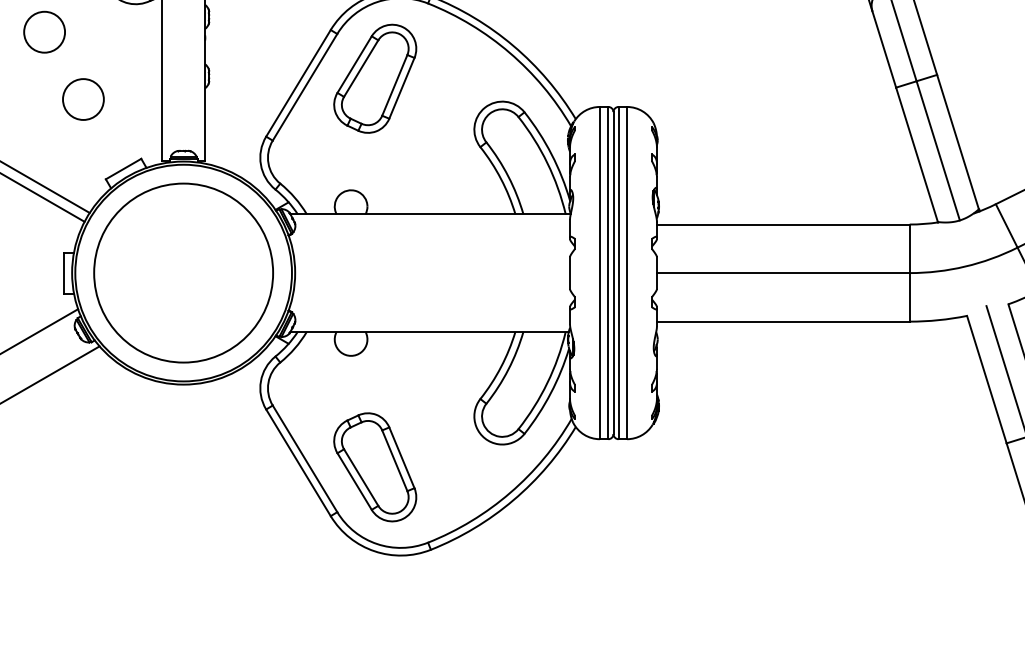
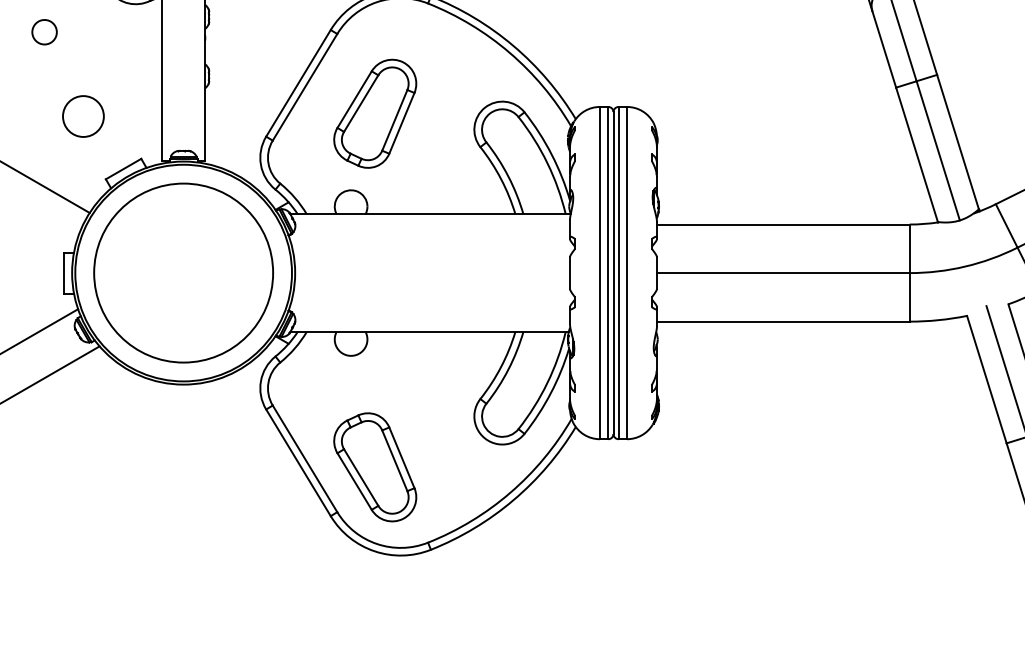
circle at (44, 31) diameter: 41 px -> 25 px
part at (375, 78) position: (375, 78) -> (375, 113)
circle at (83, 99) position: (83, 99) -> (83, 116)
line at (43, 197): present -> none
